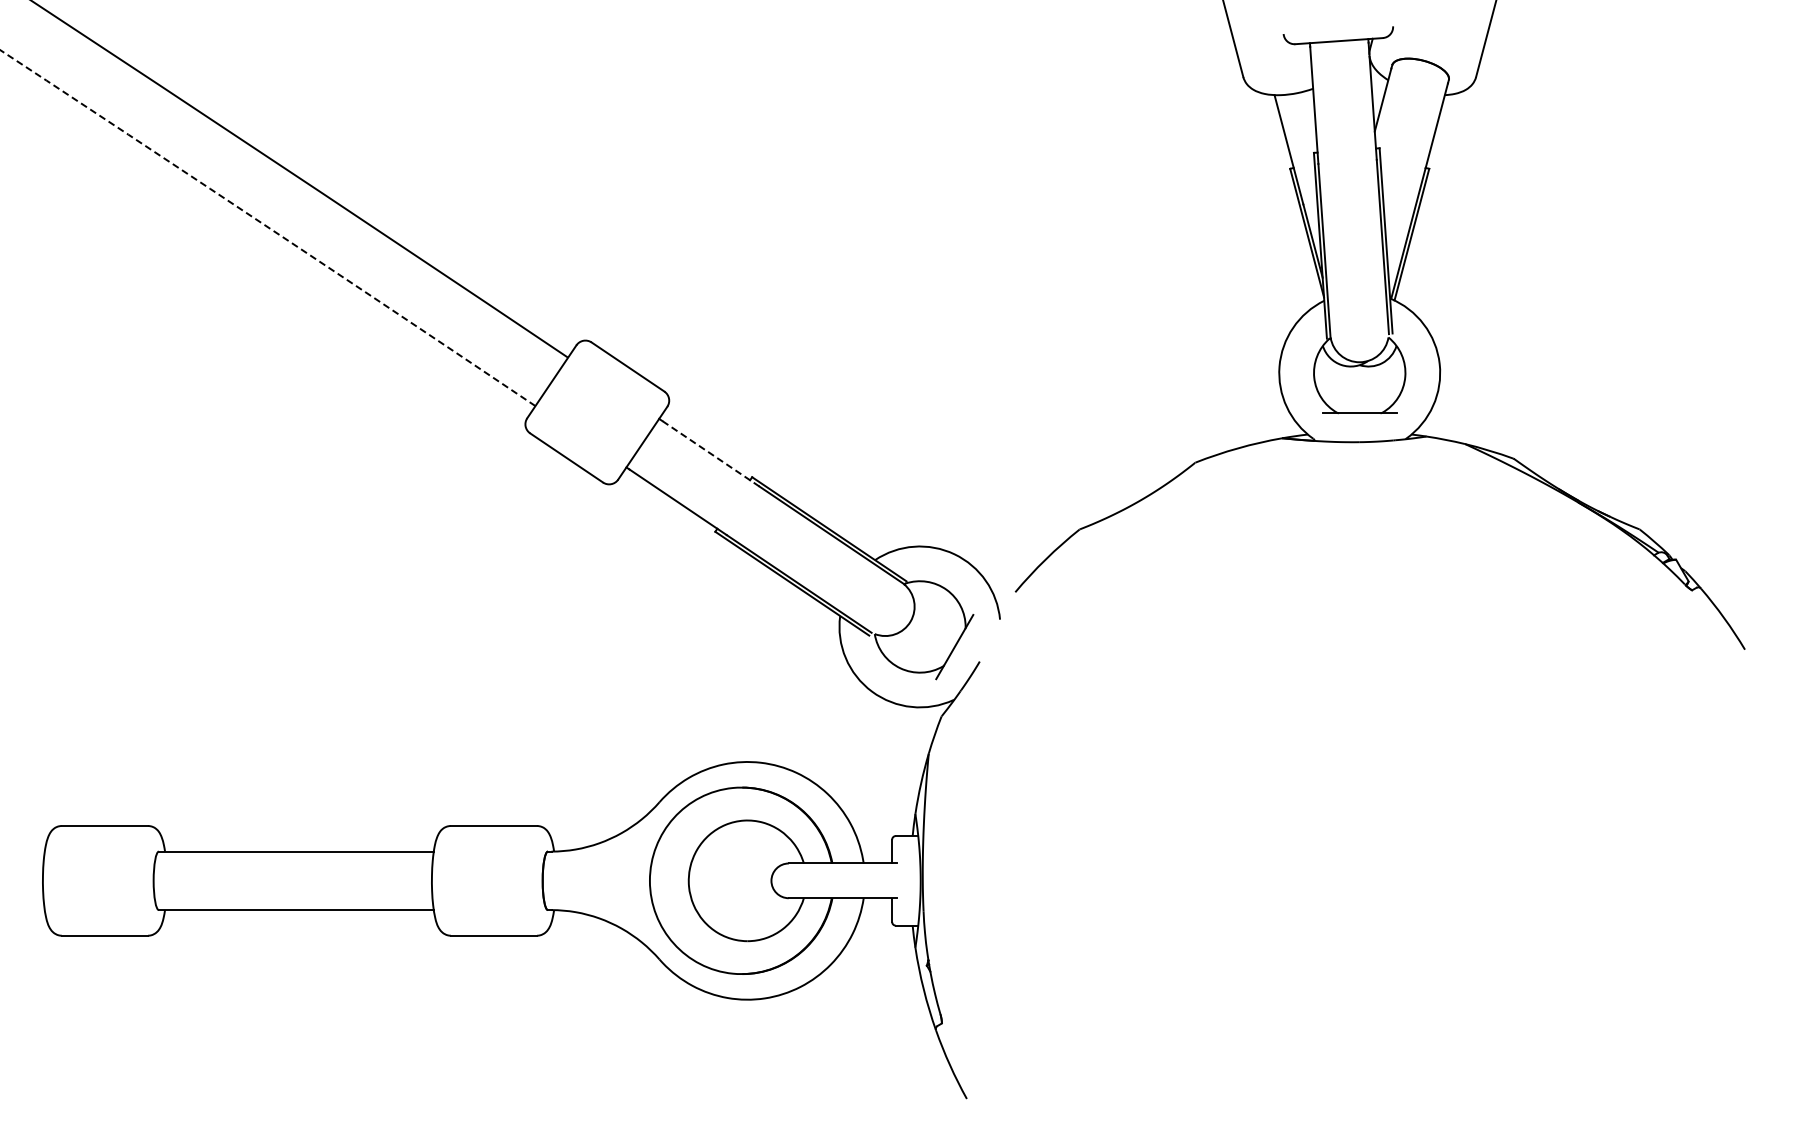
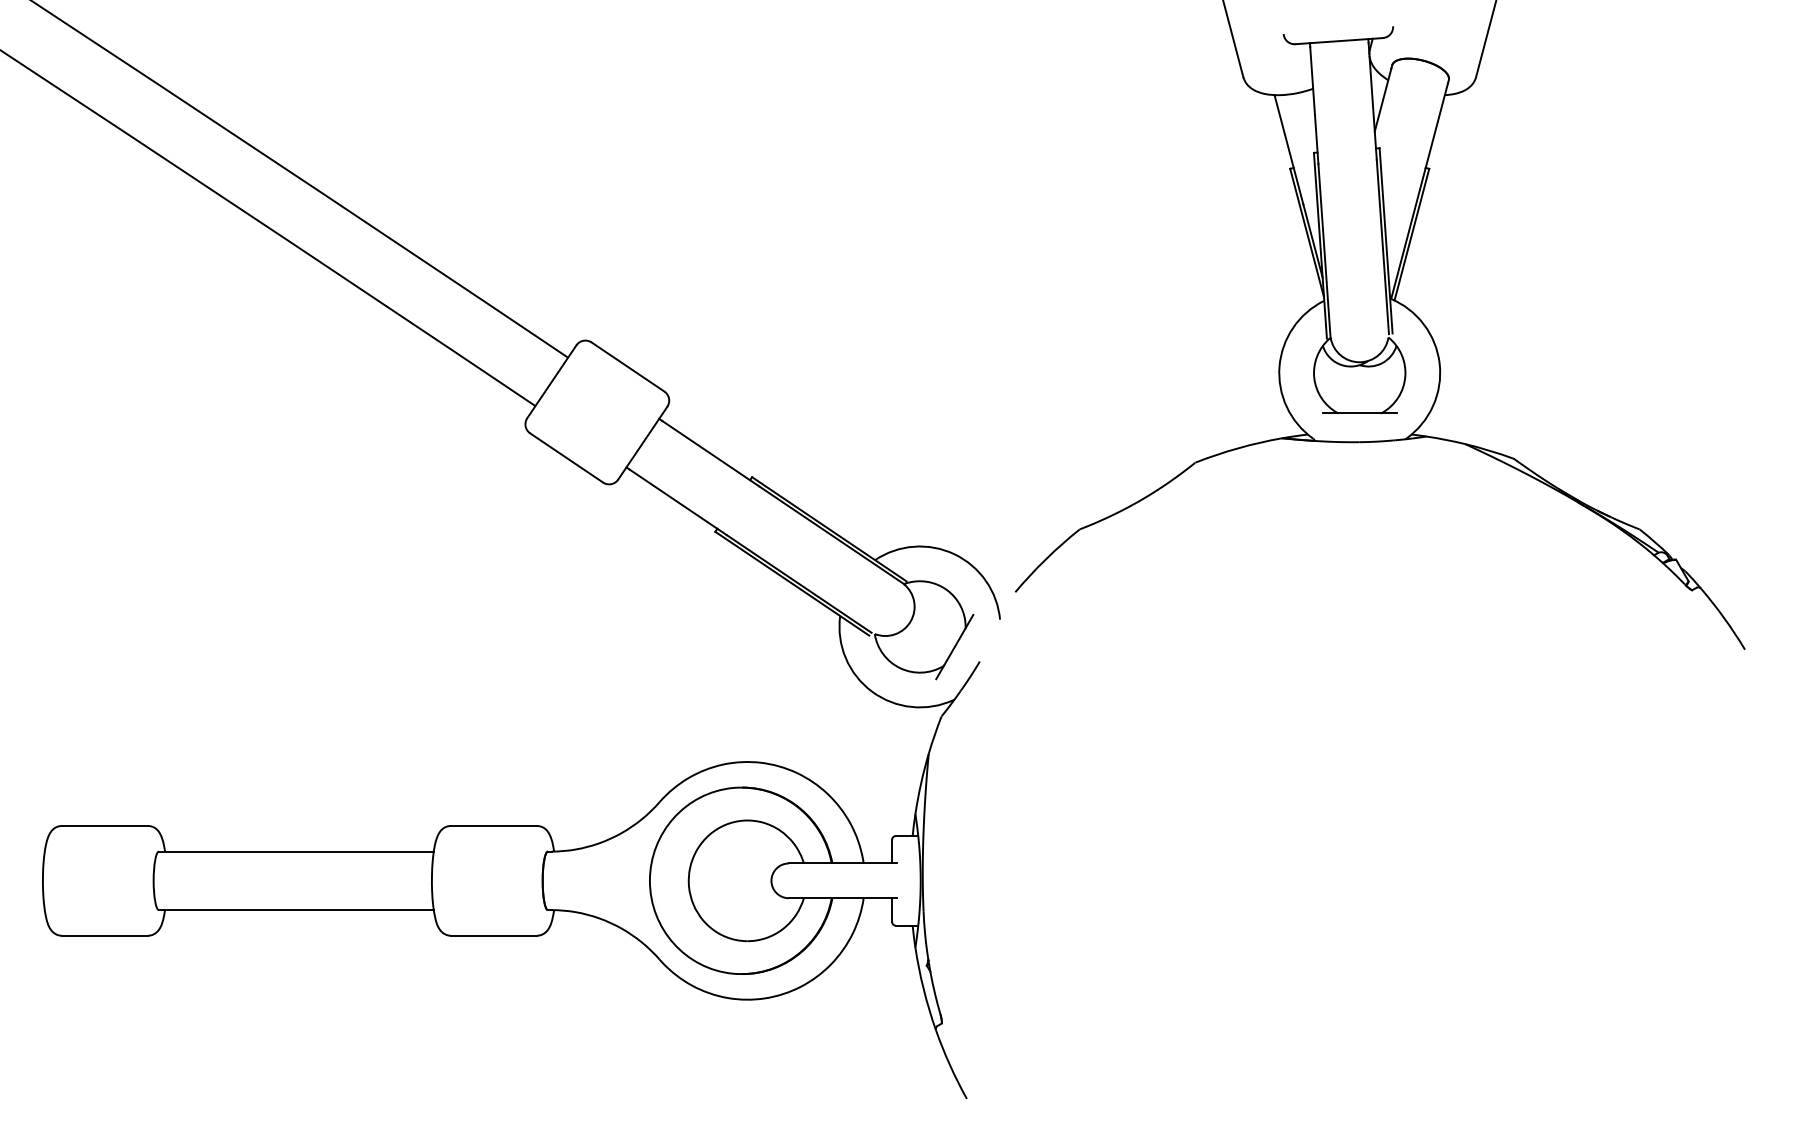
arc at (267, 226): dashed -> solid
line at (710, 453): dashed -> solid
